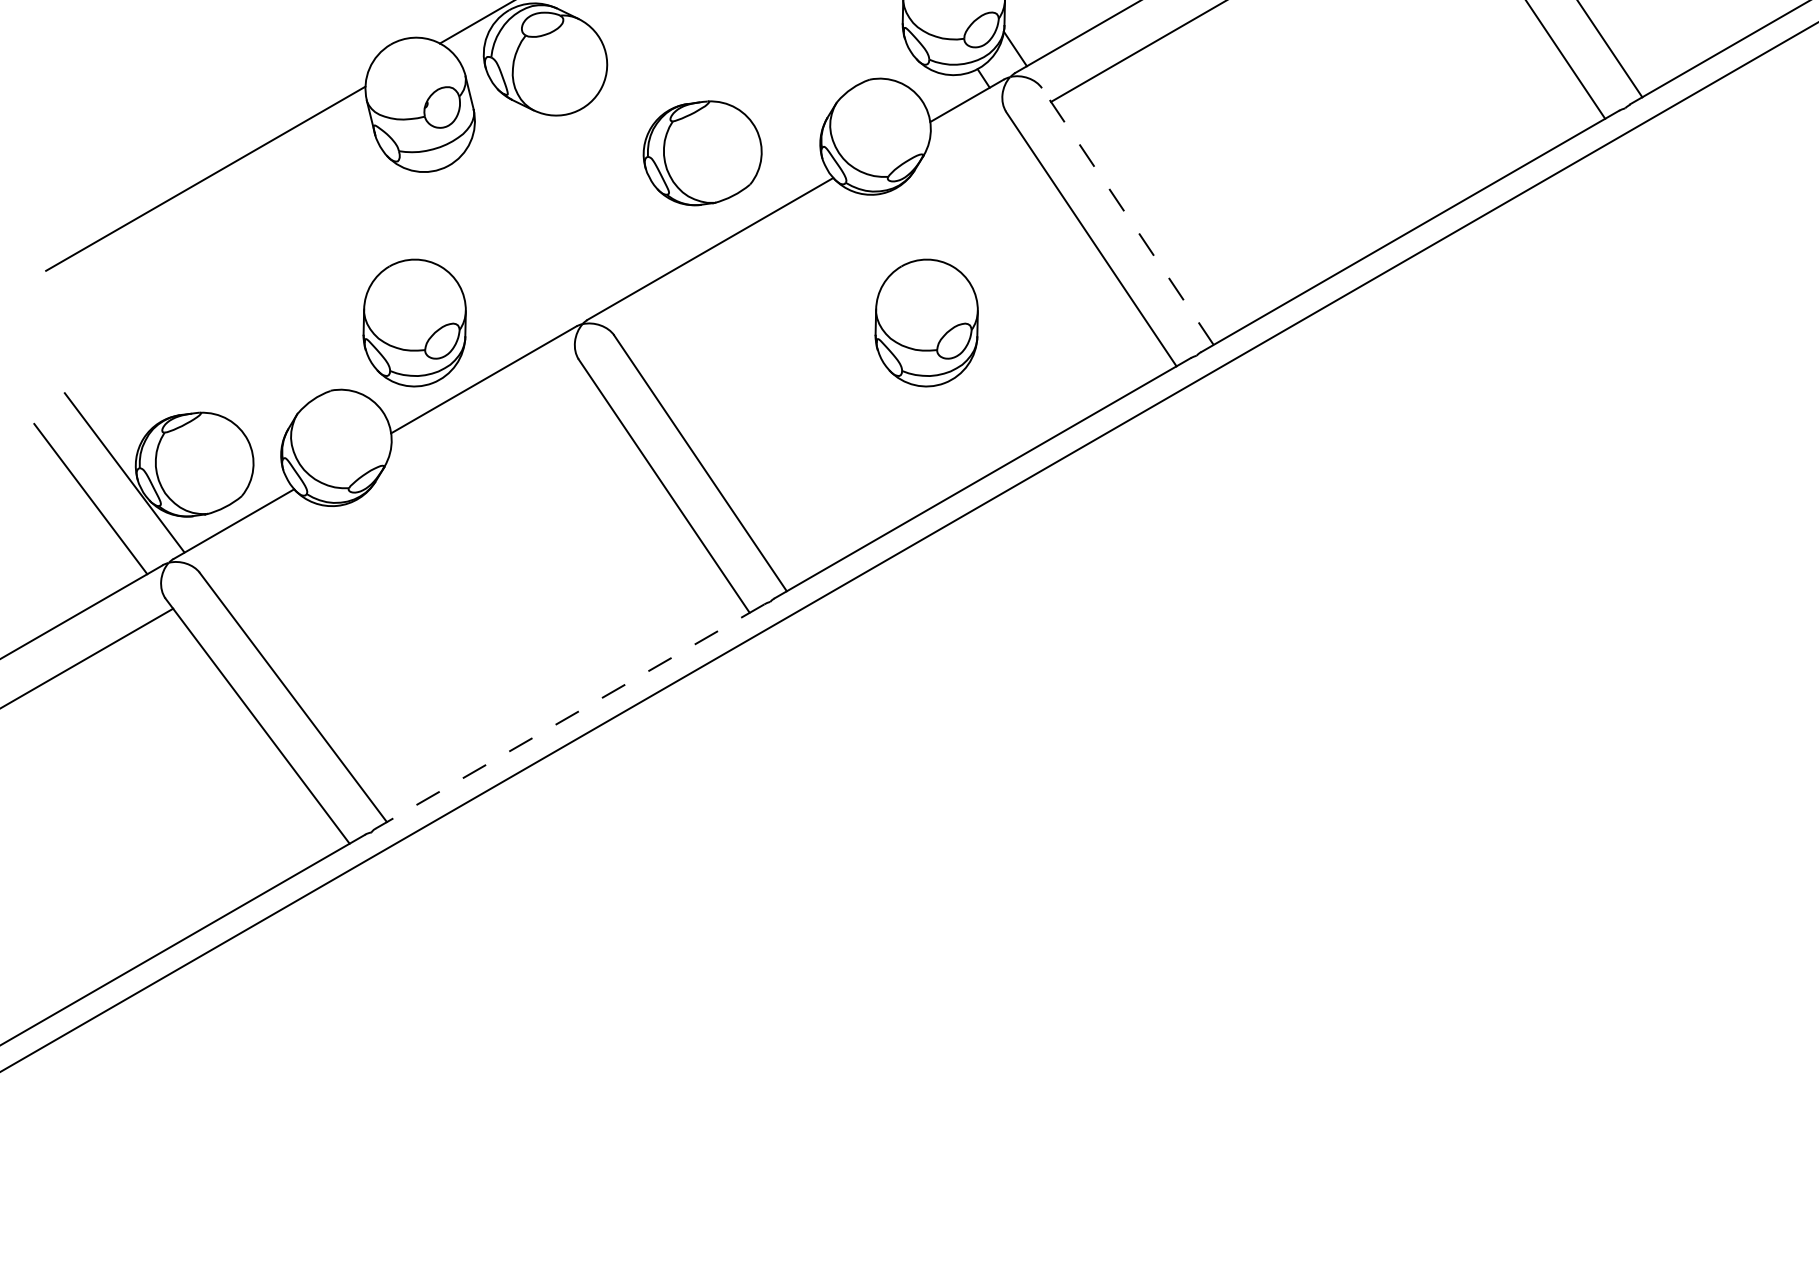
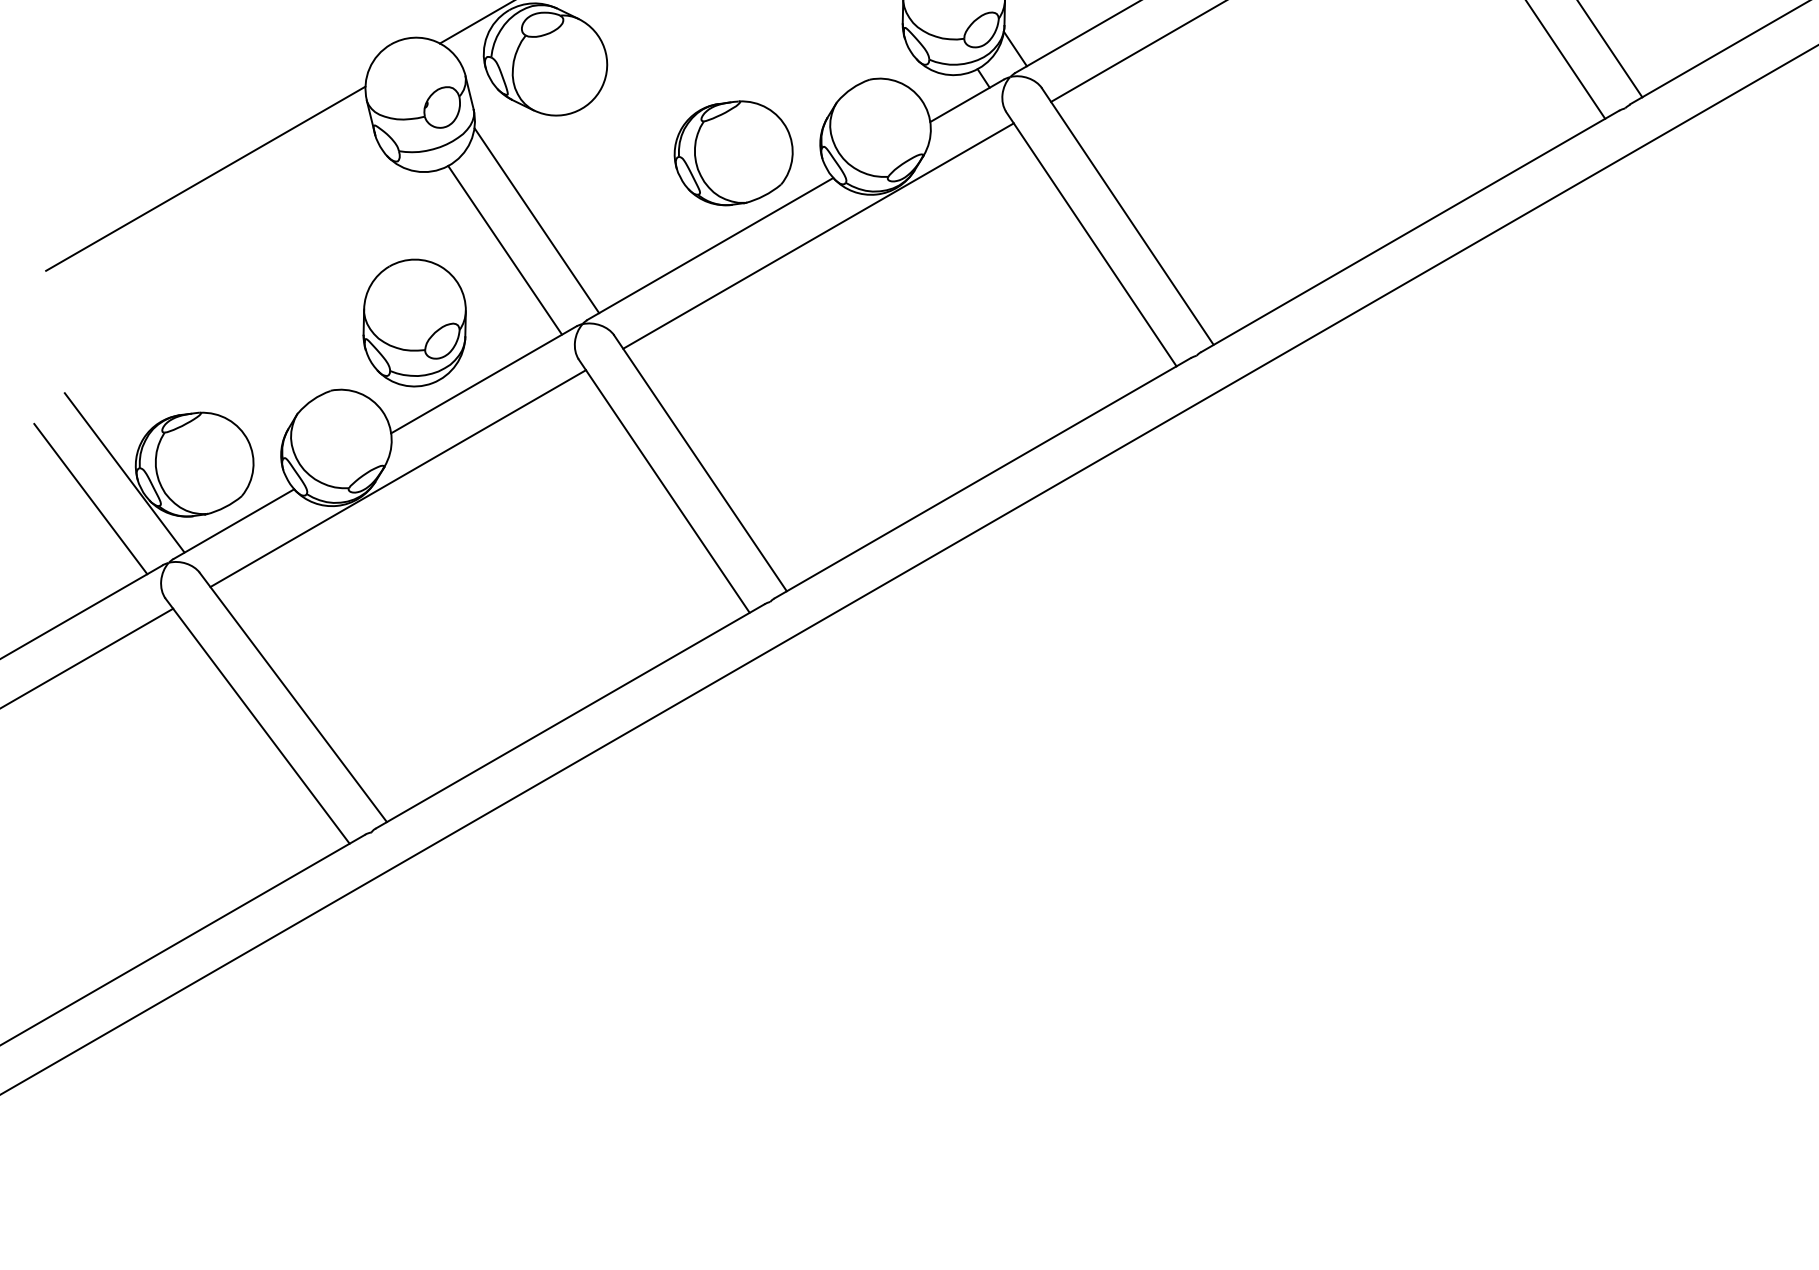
part at (702, 153) position: (702, 153) -> (733, 153)
line at (1127, 216): dashed -> solid
line at (536, 220): none -> present
line at (818, 235): none -> present
line at (504, 249): none -> present
part at (926, 322): present -> none
line at (398, 478): none -> present
line at (908, 547) position: (908, 547) -> (908, 569)
line at (569, 716): dashed -> solid
